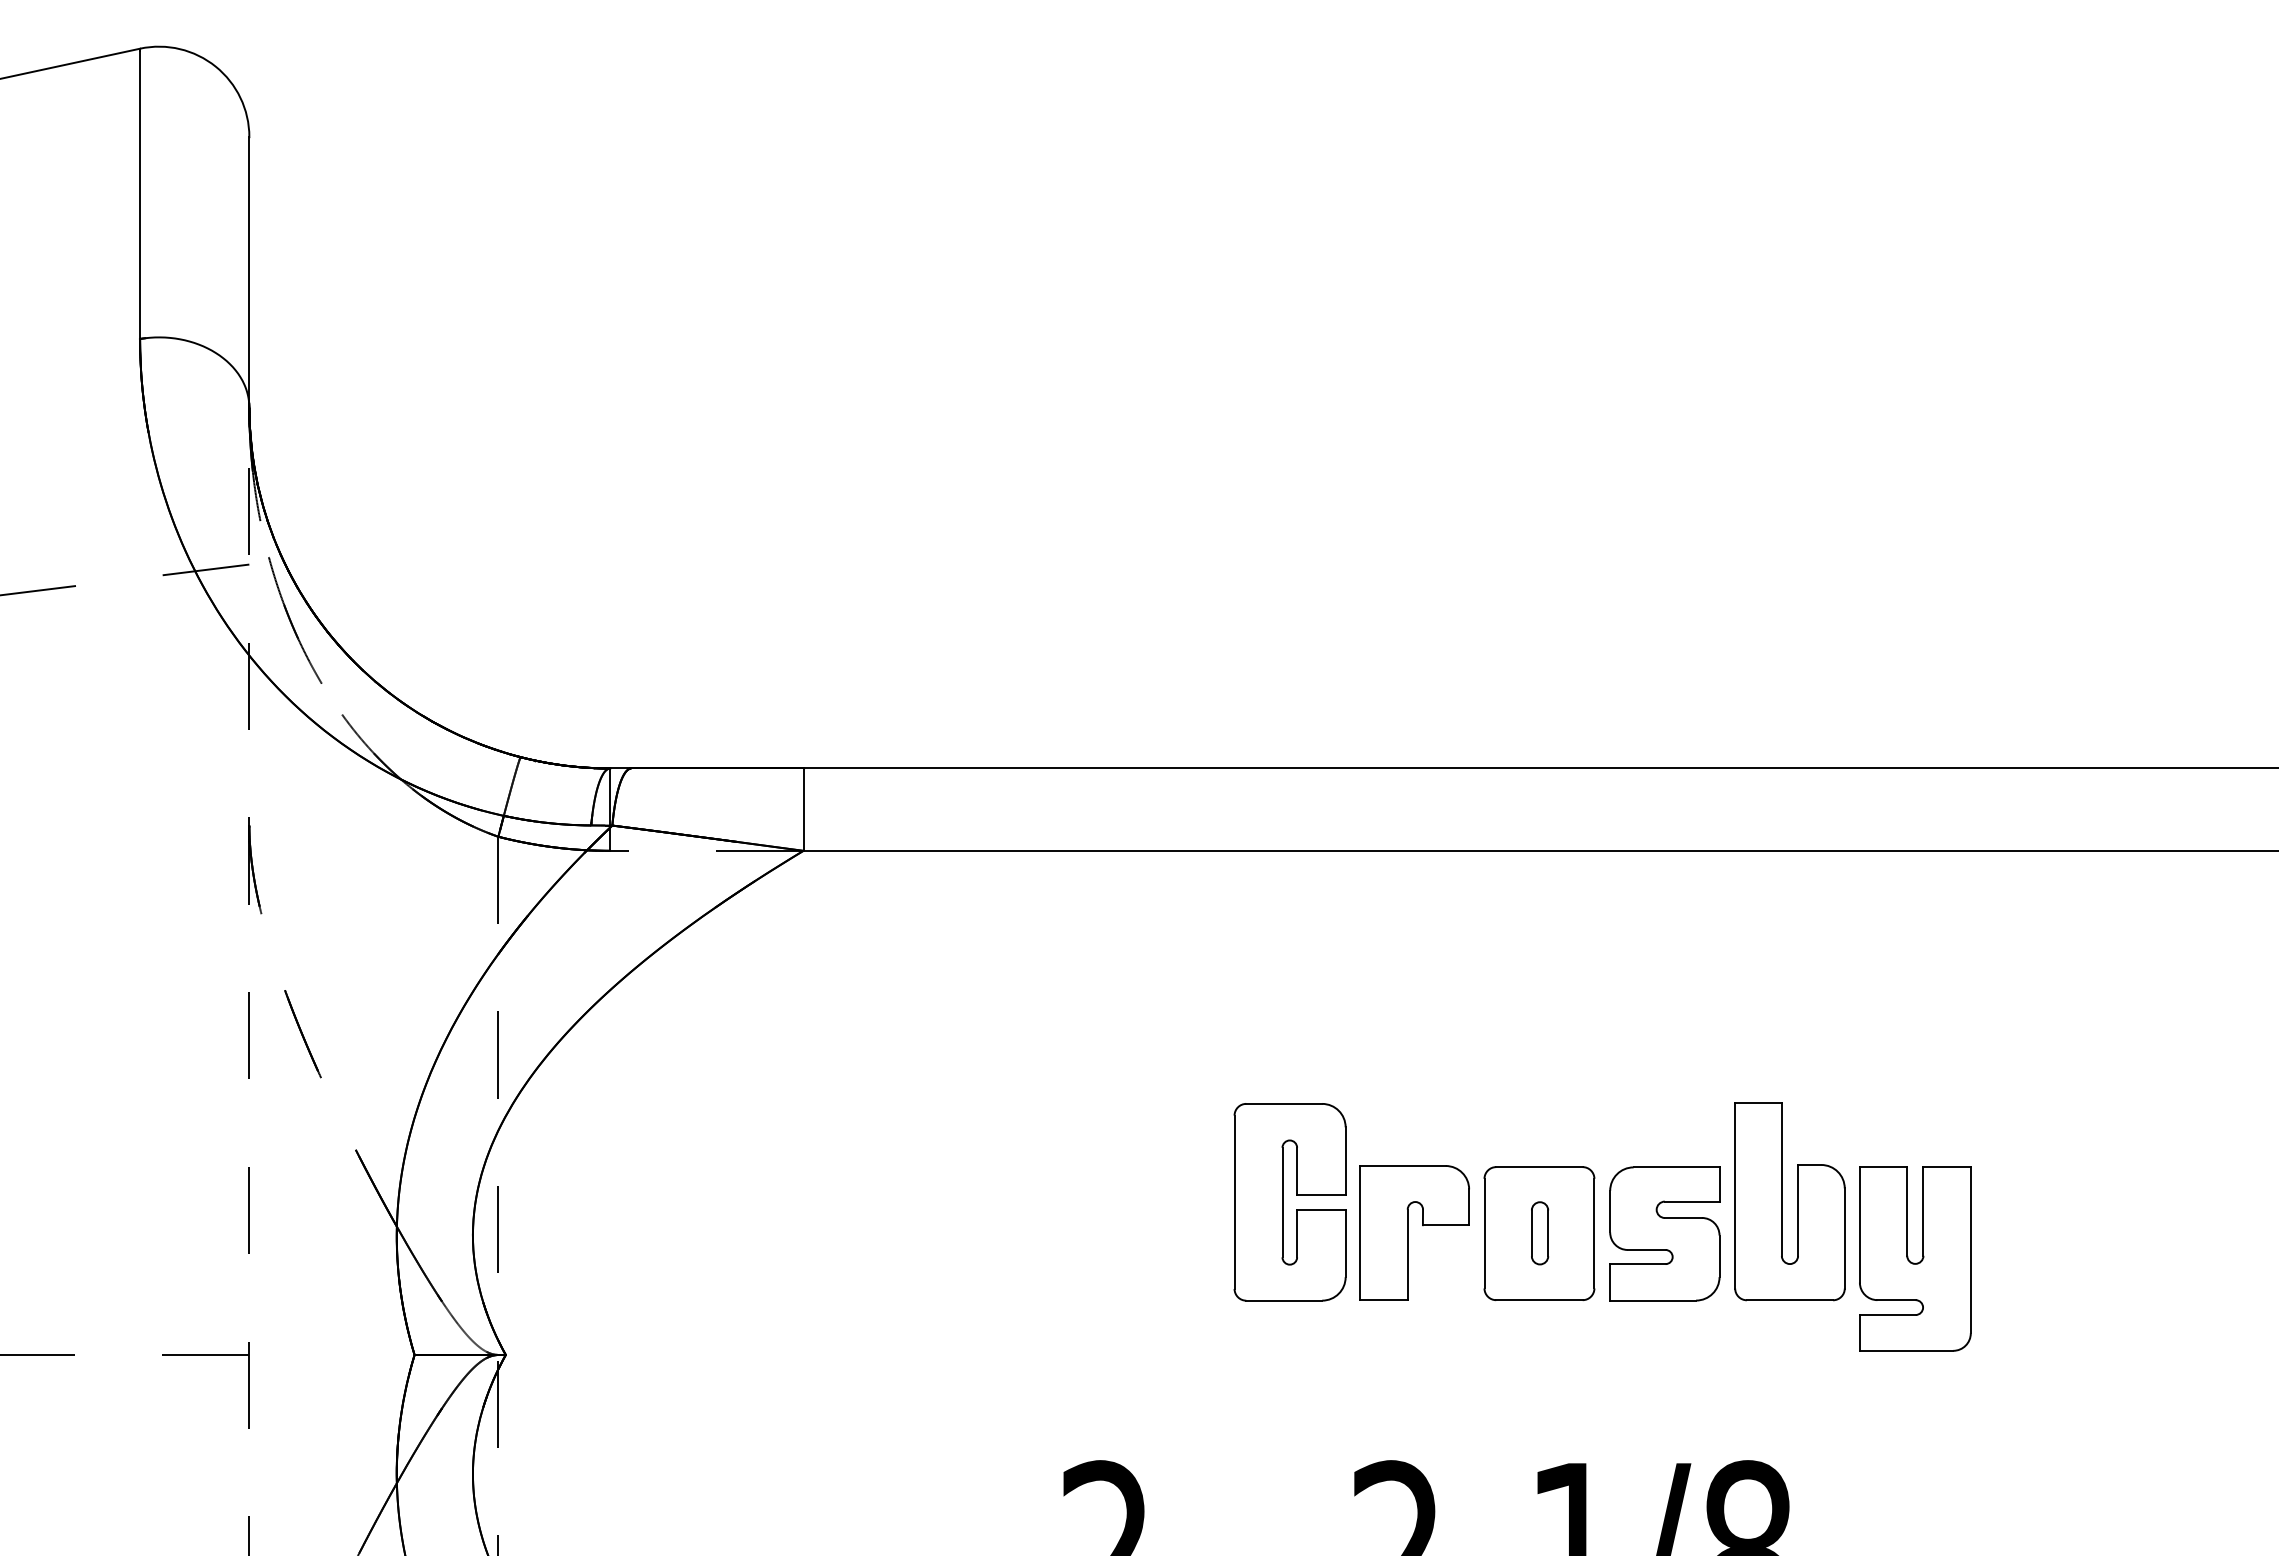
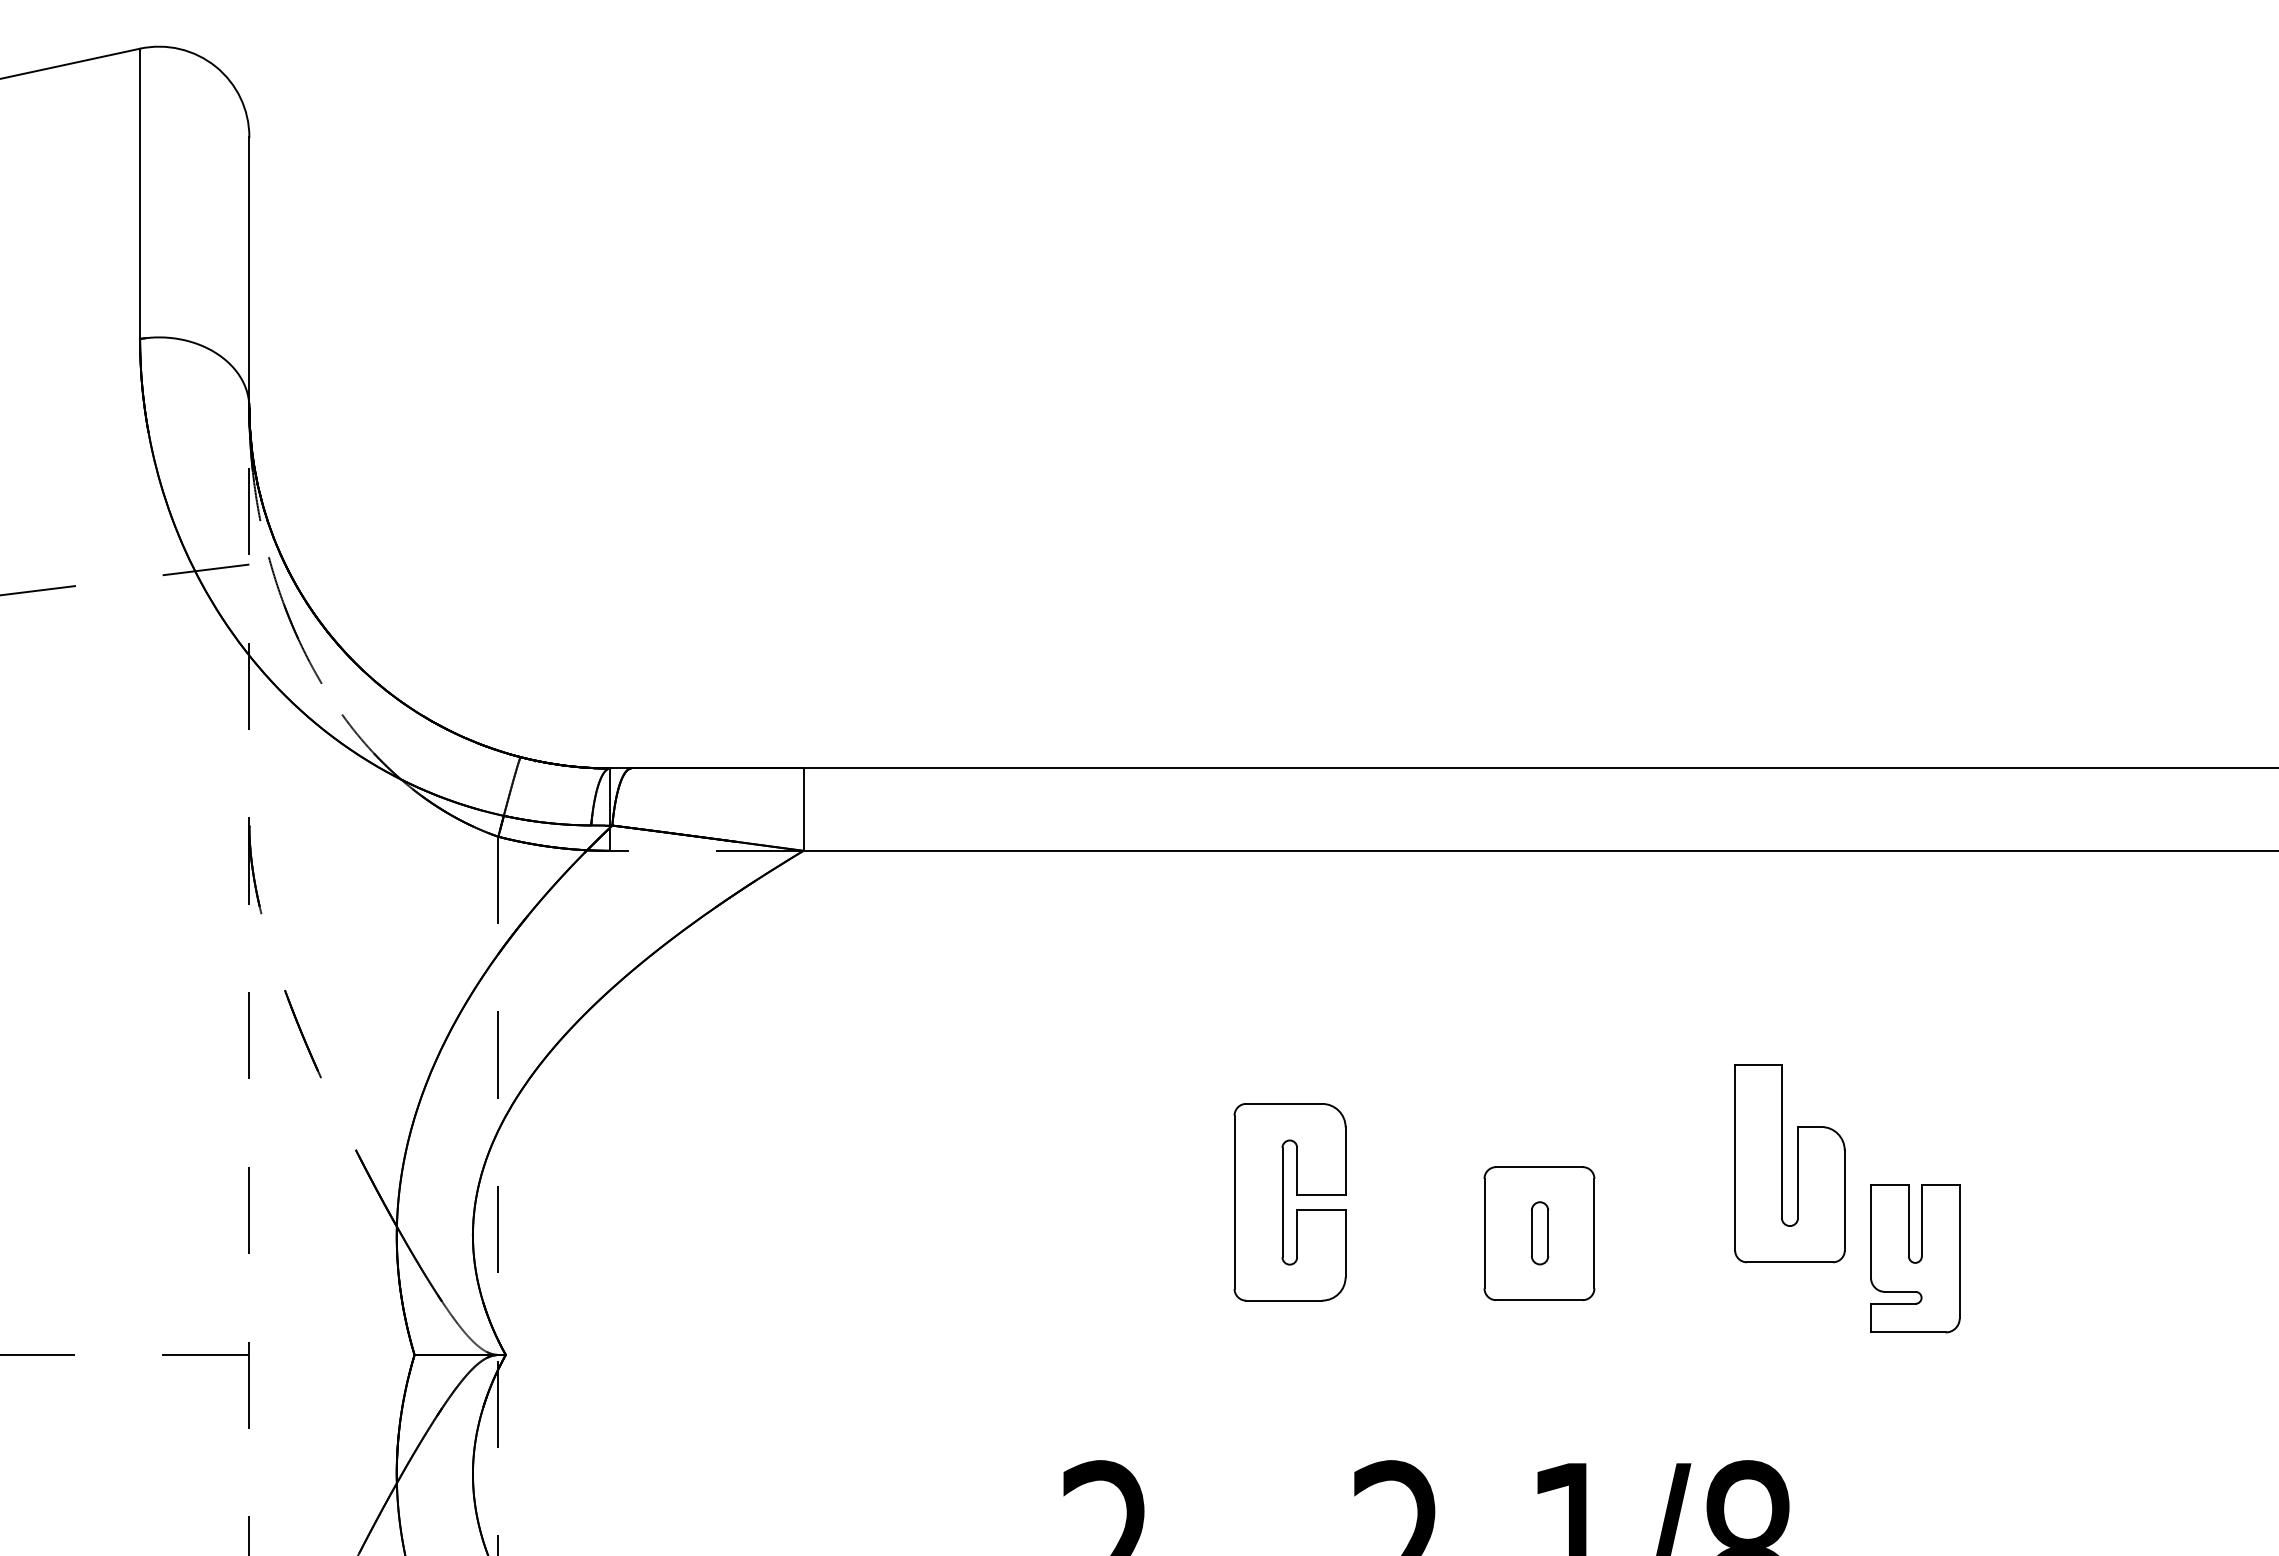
part at (1782, 1201) position: (1782, 1201) -> (1782, 1163)
part at (1414, 1232): present -> none
part at (1664, 1233): present -> none
part at (1915, 1258) size: 113x186 px -> 91x150 px
